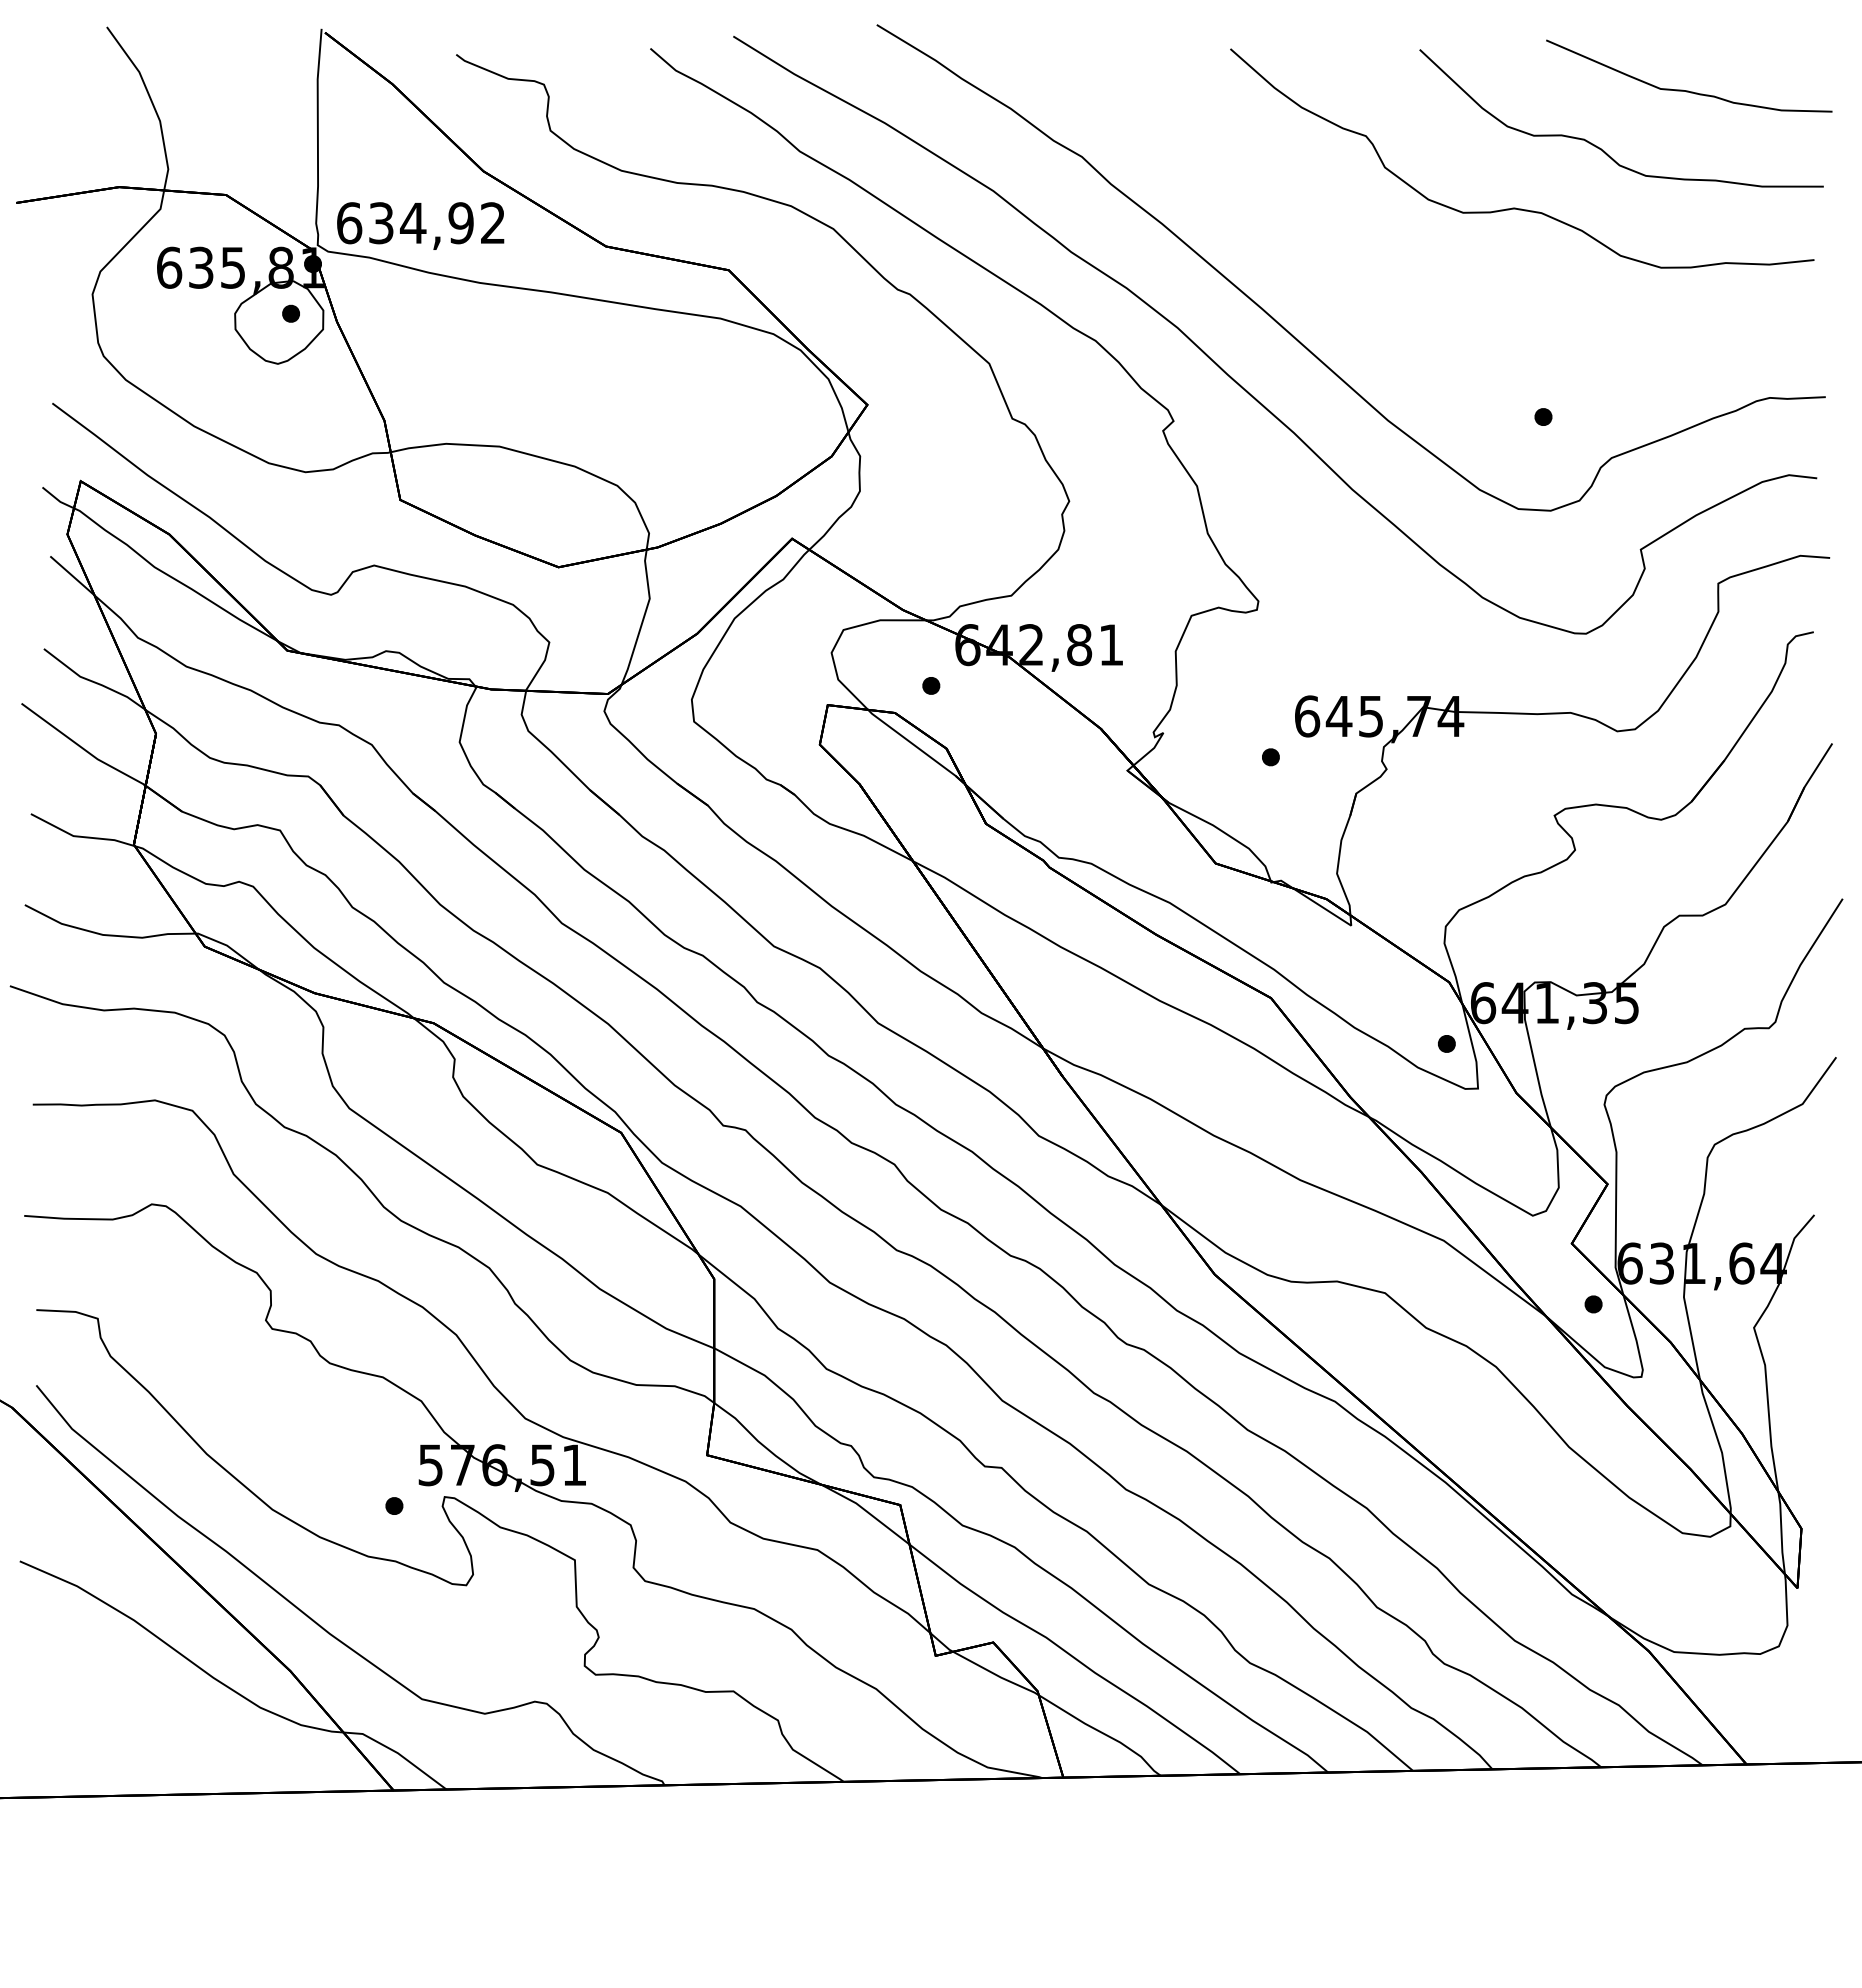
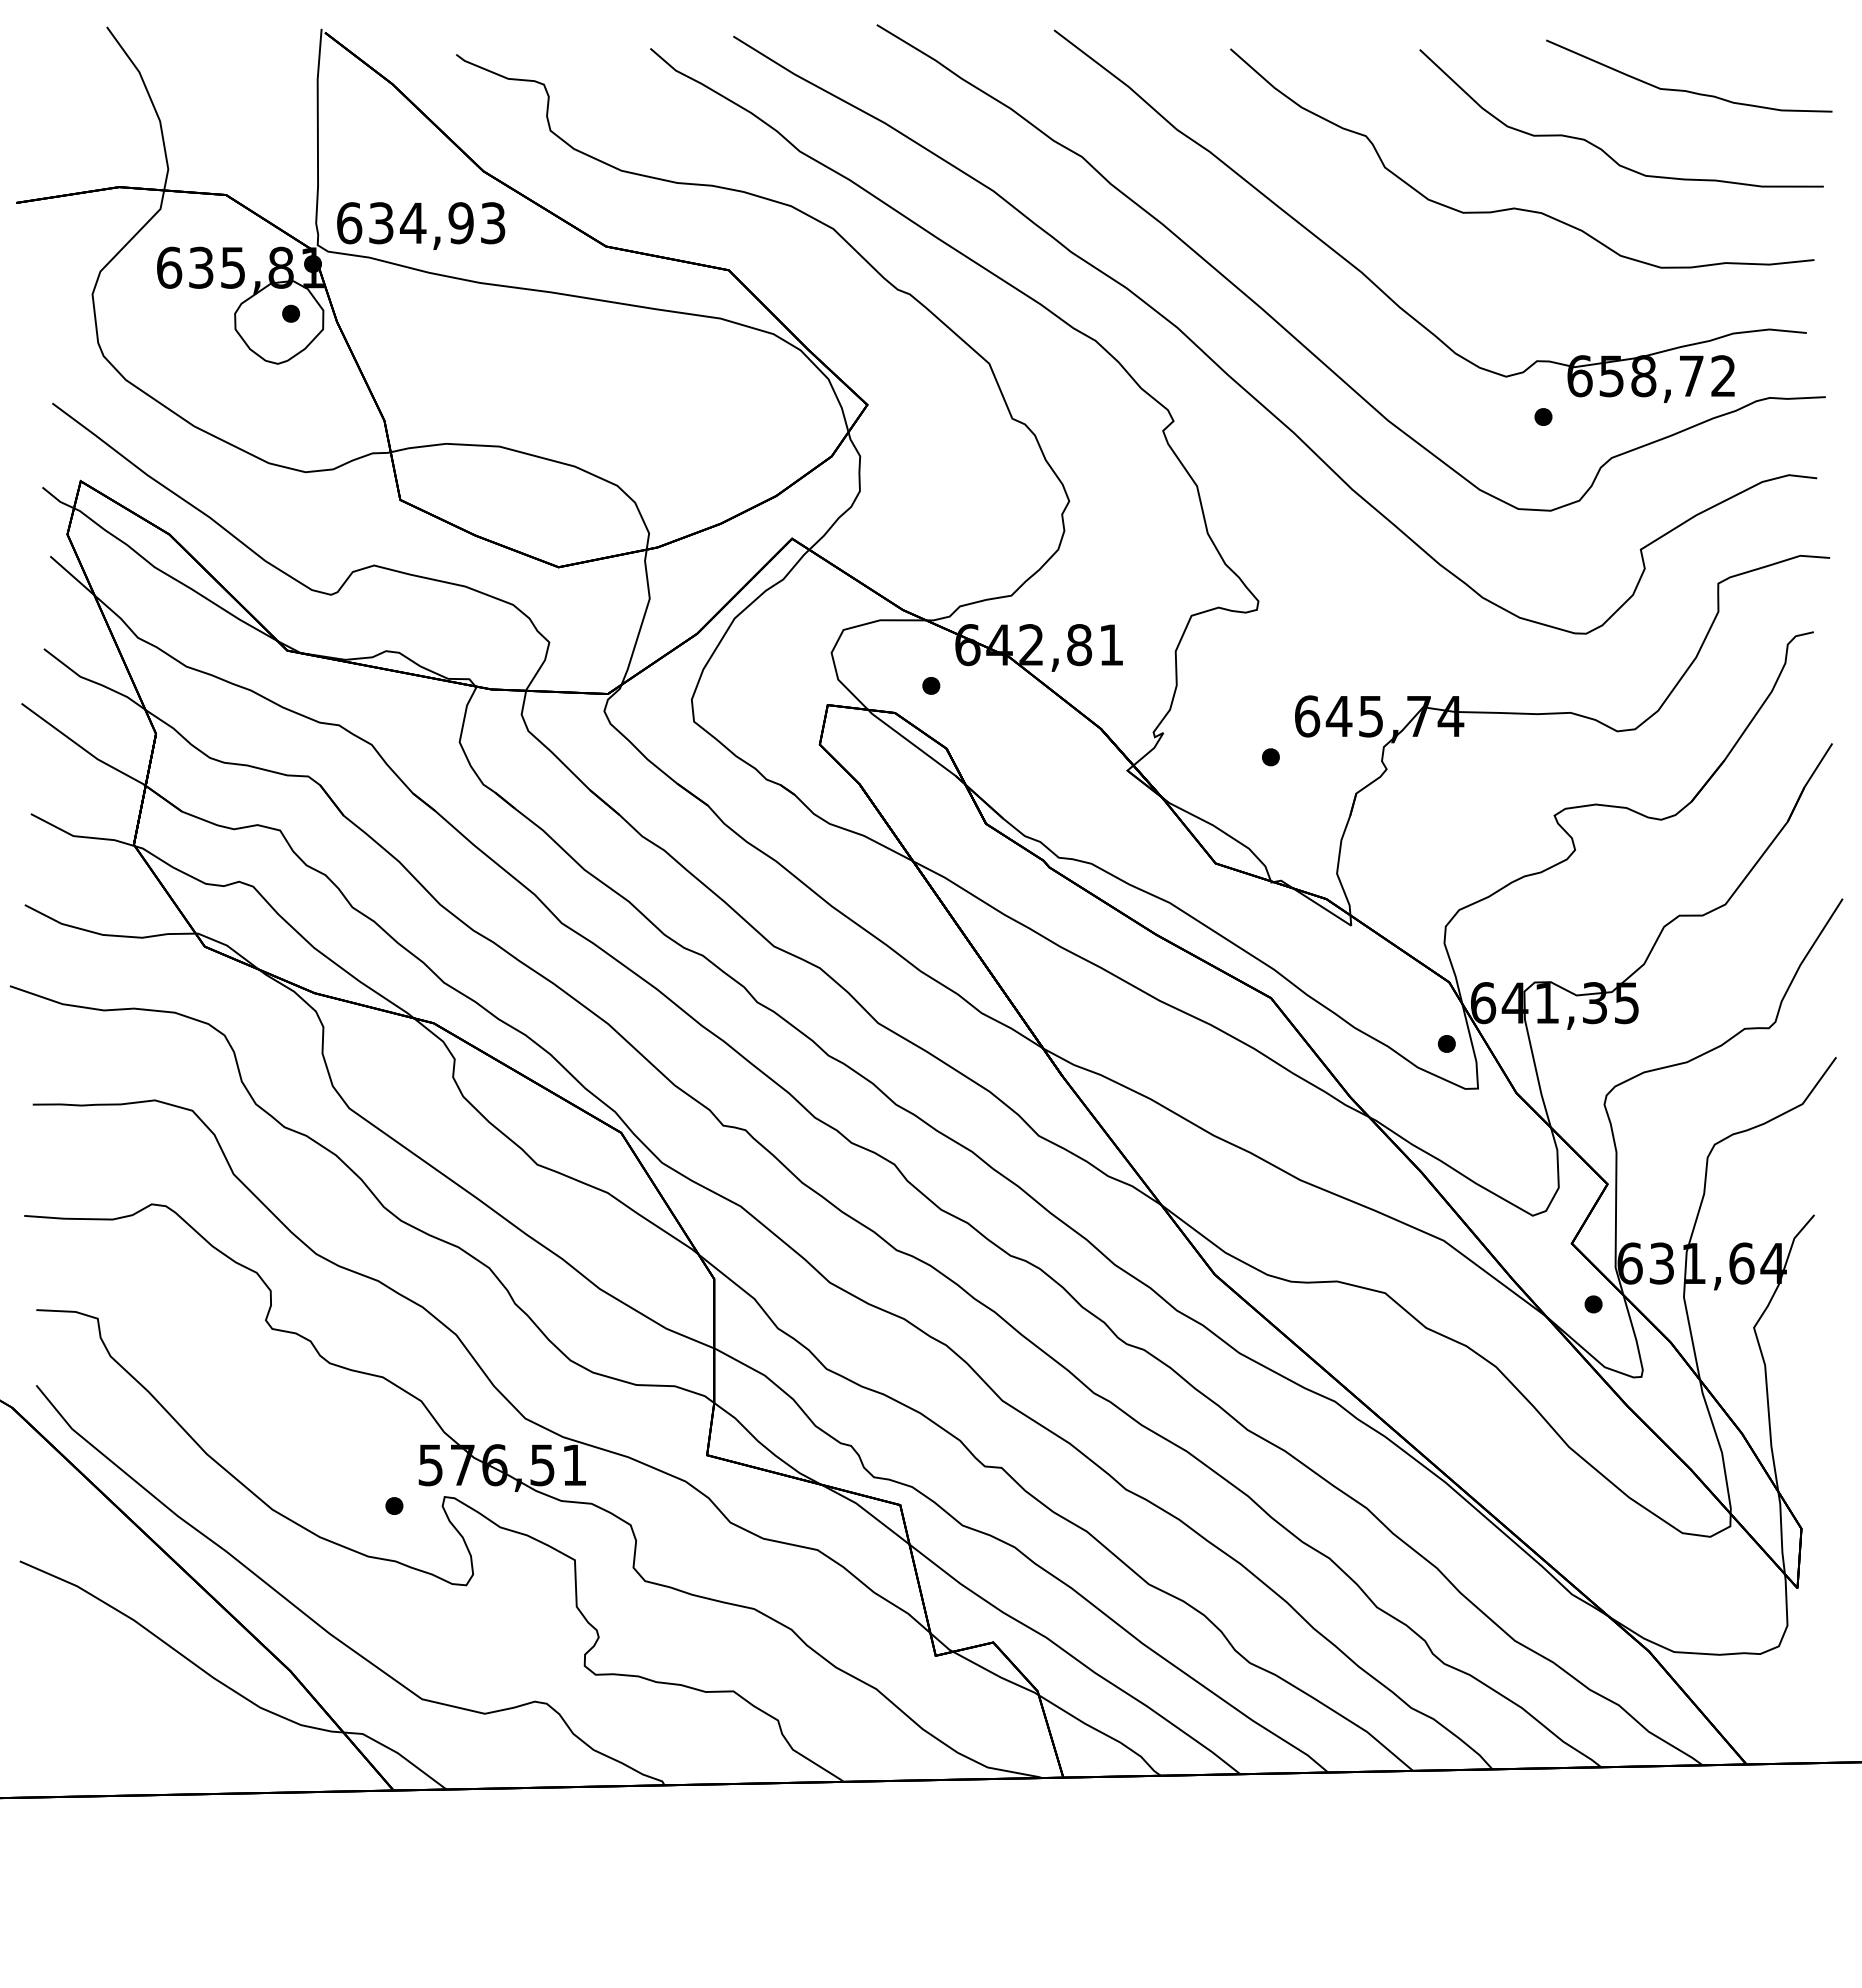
text at (493, 223): 634,92 -> 634,93
part at (1373, 281): none -> present
